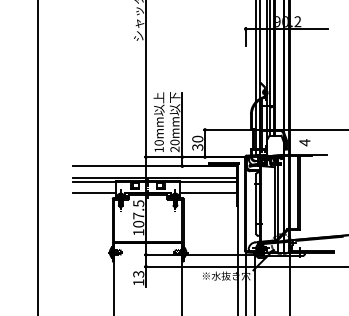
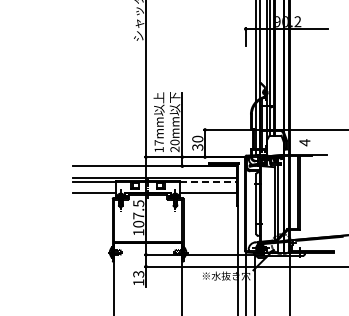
text at (158, 142): 10mm -> 17mm
line at (38, 157): present -> none
line at (208, 182): solid -> dashed
